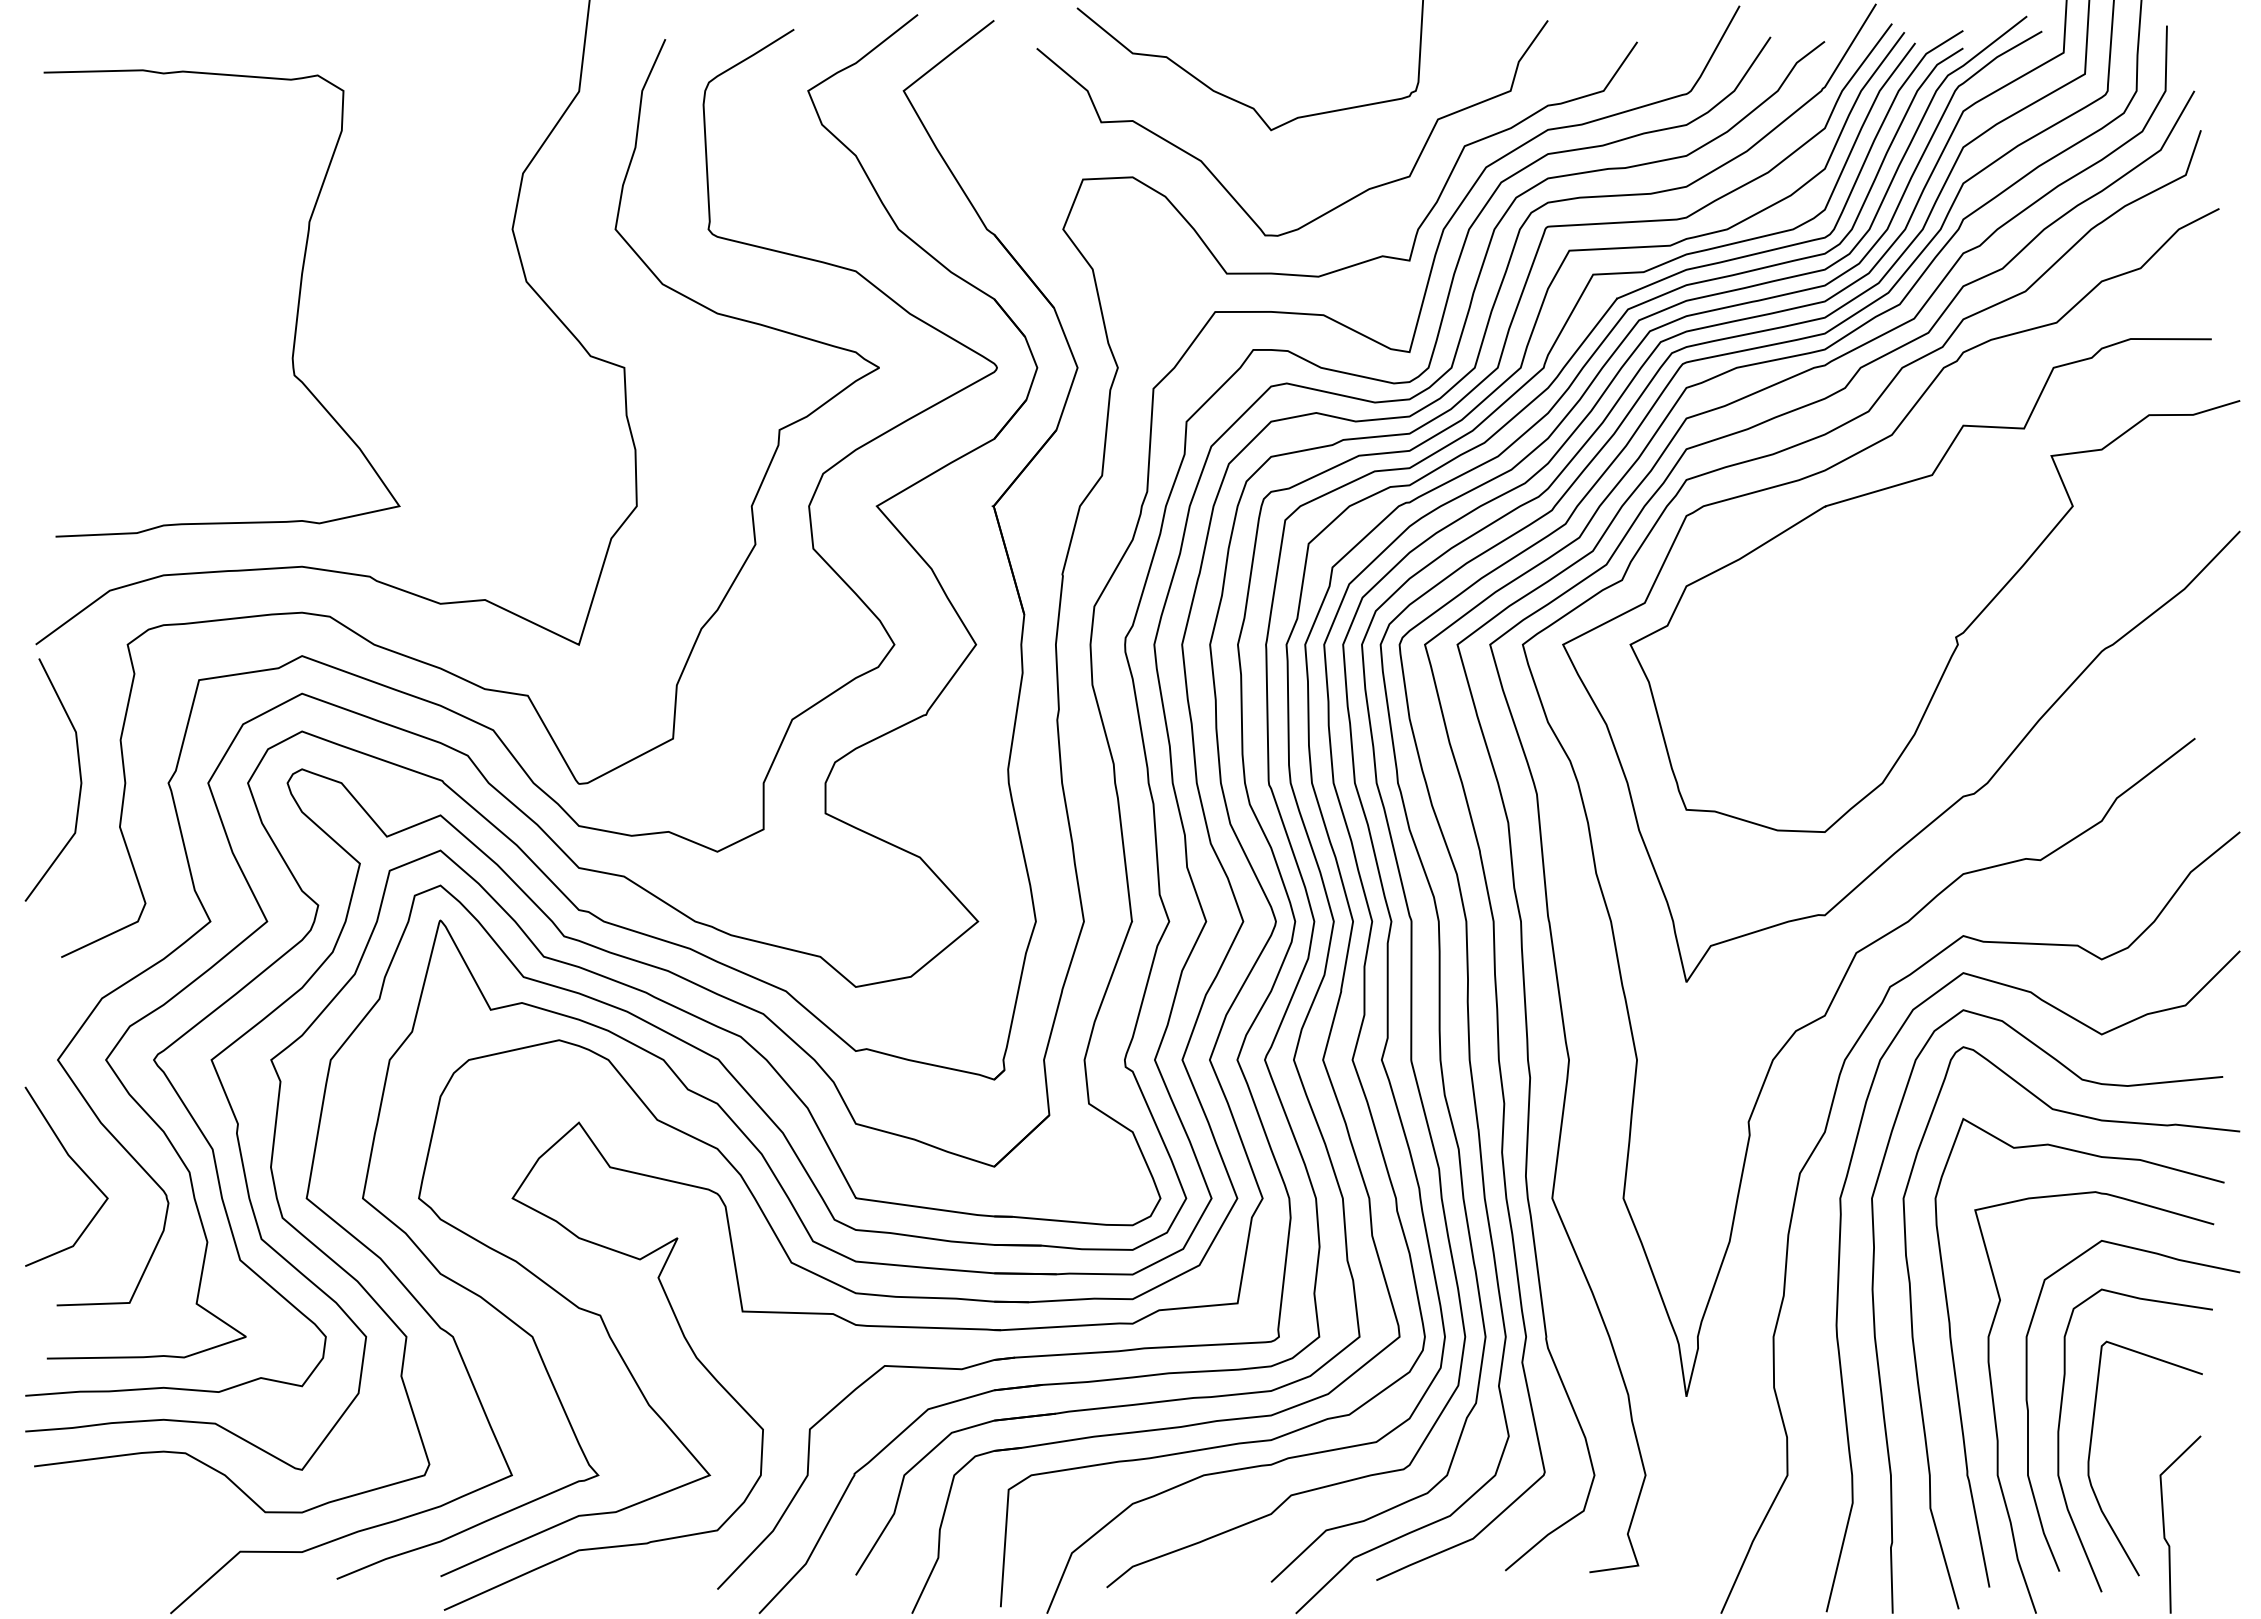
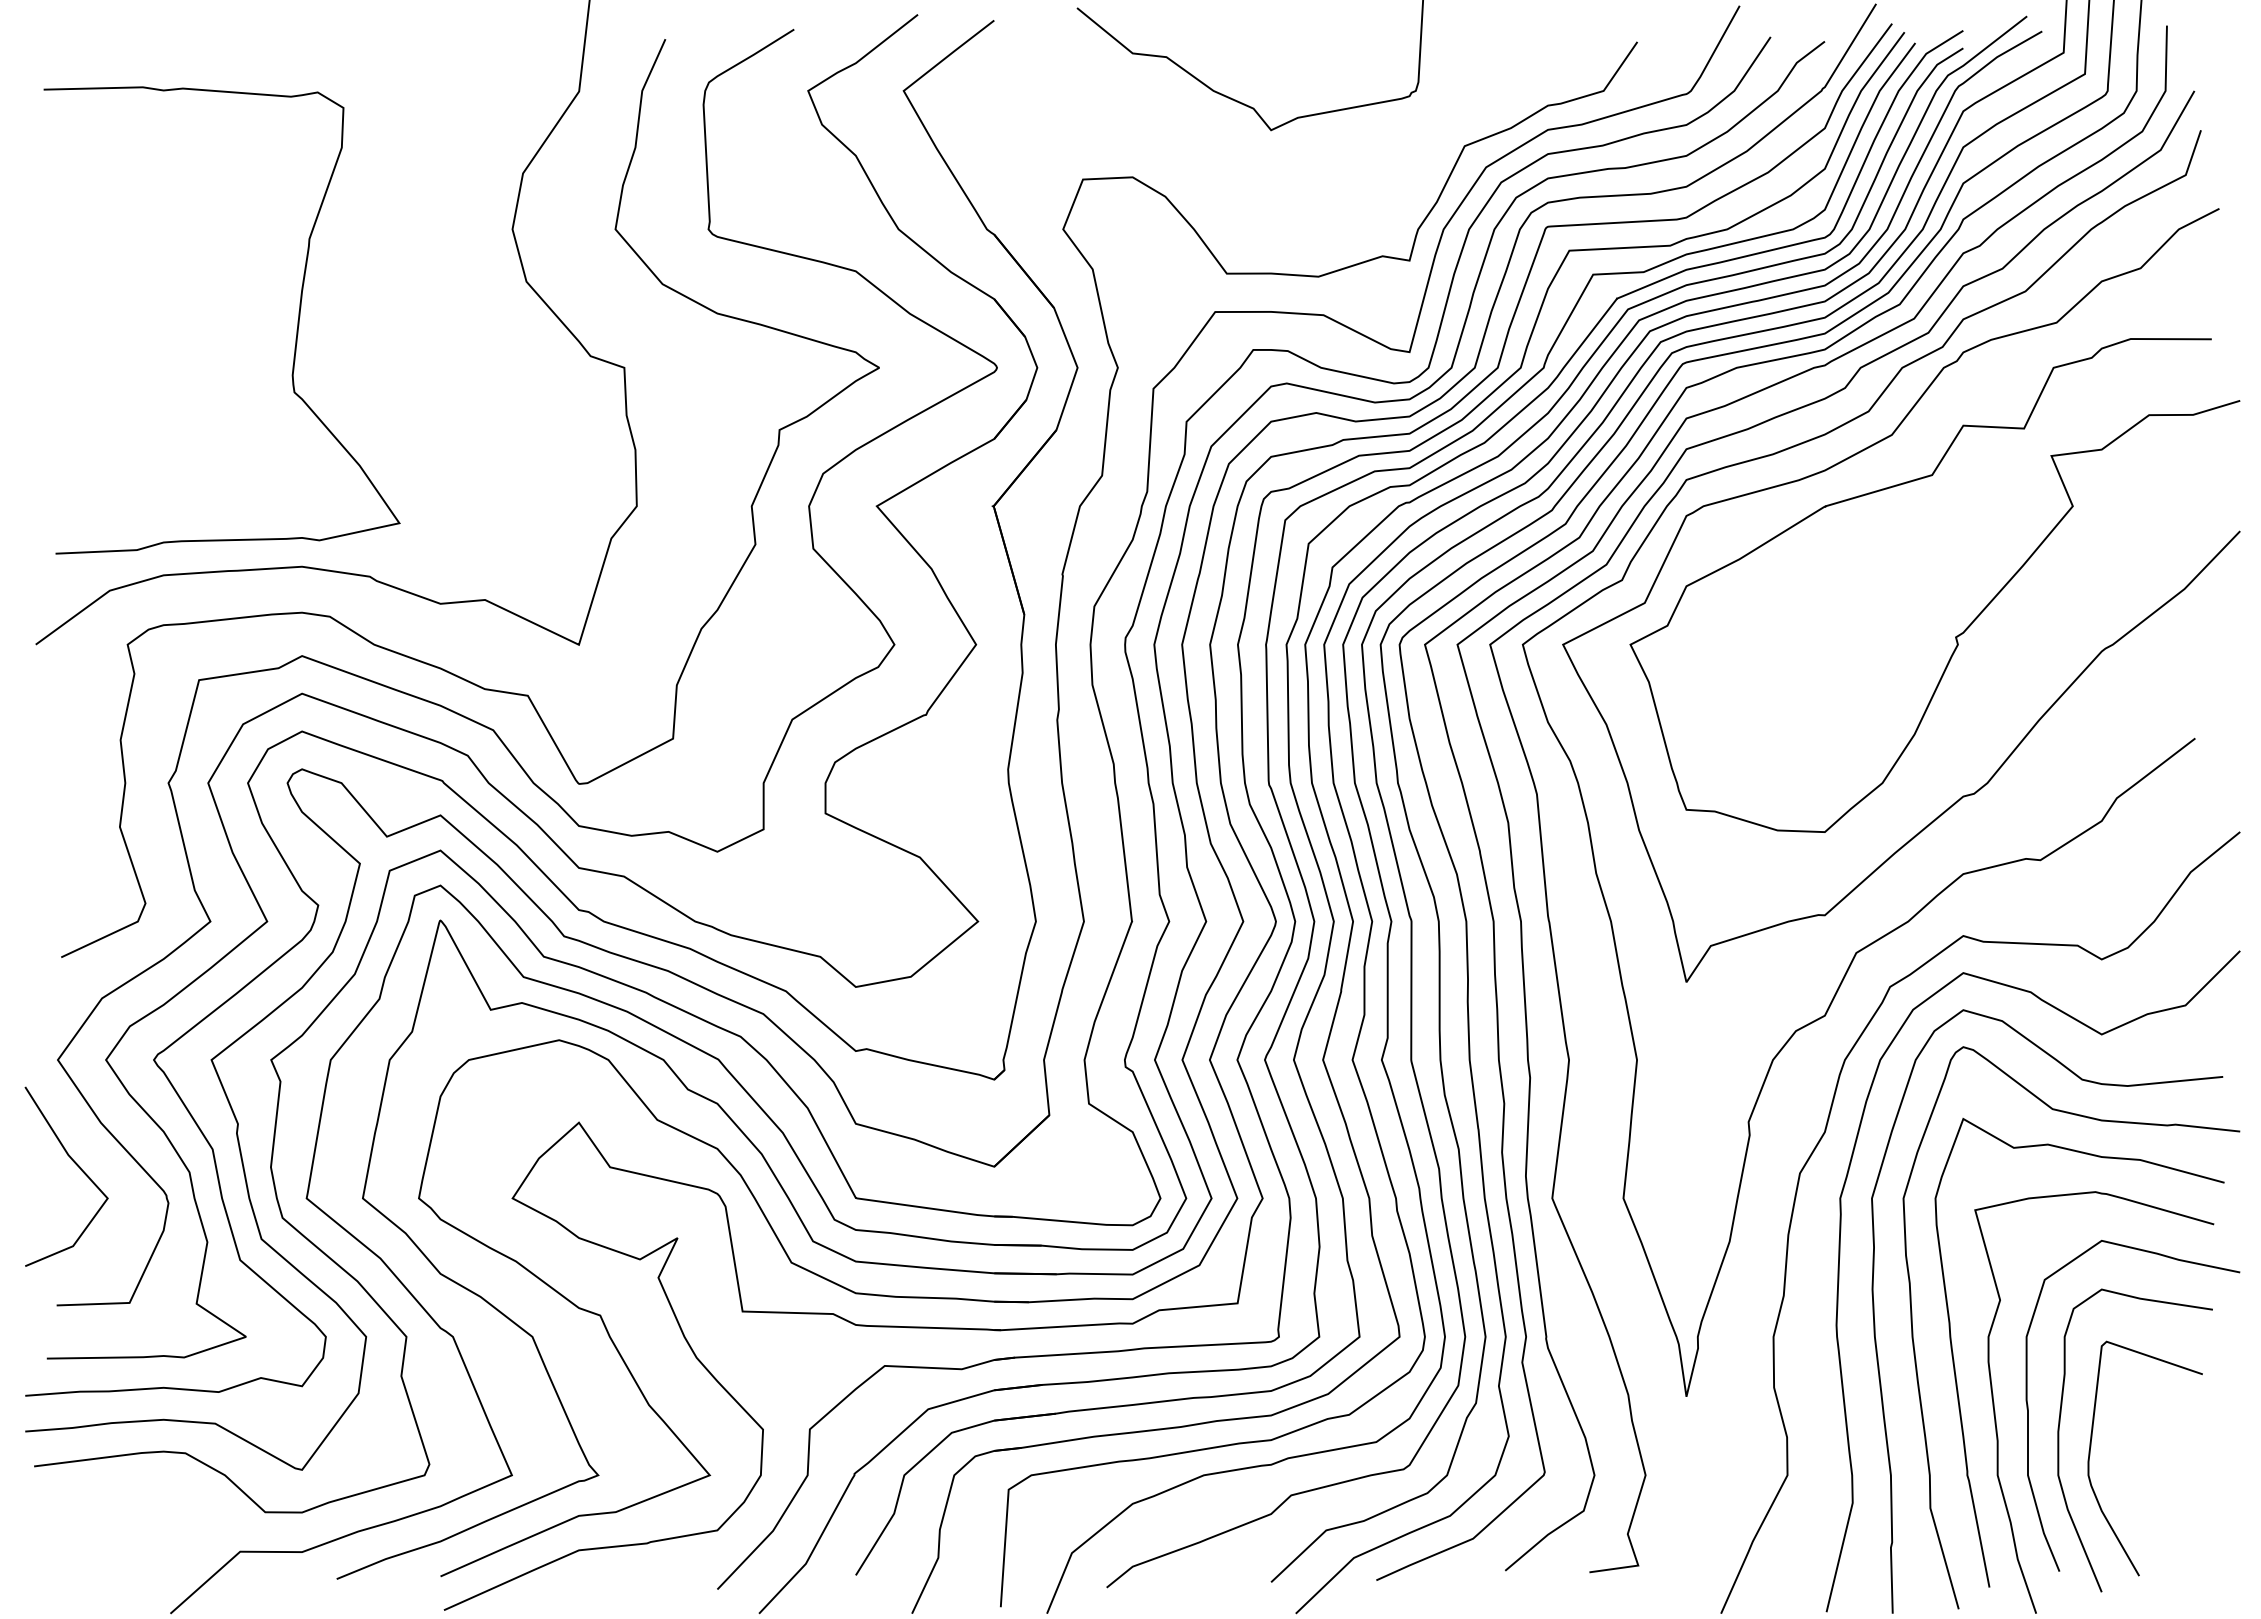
curve at (1227, 189): present -> none
curve at (296, 312) position: (296, 312) -> (296, 329)
line at (79, 776): present -> none
line at (2164, 1524): present -> none
